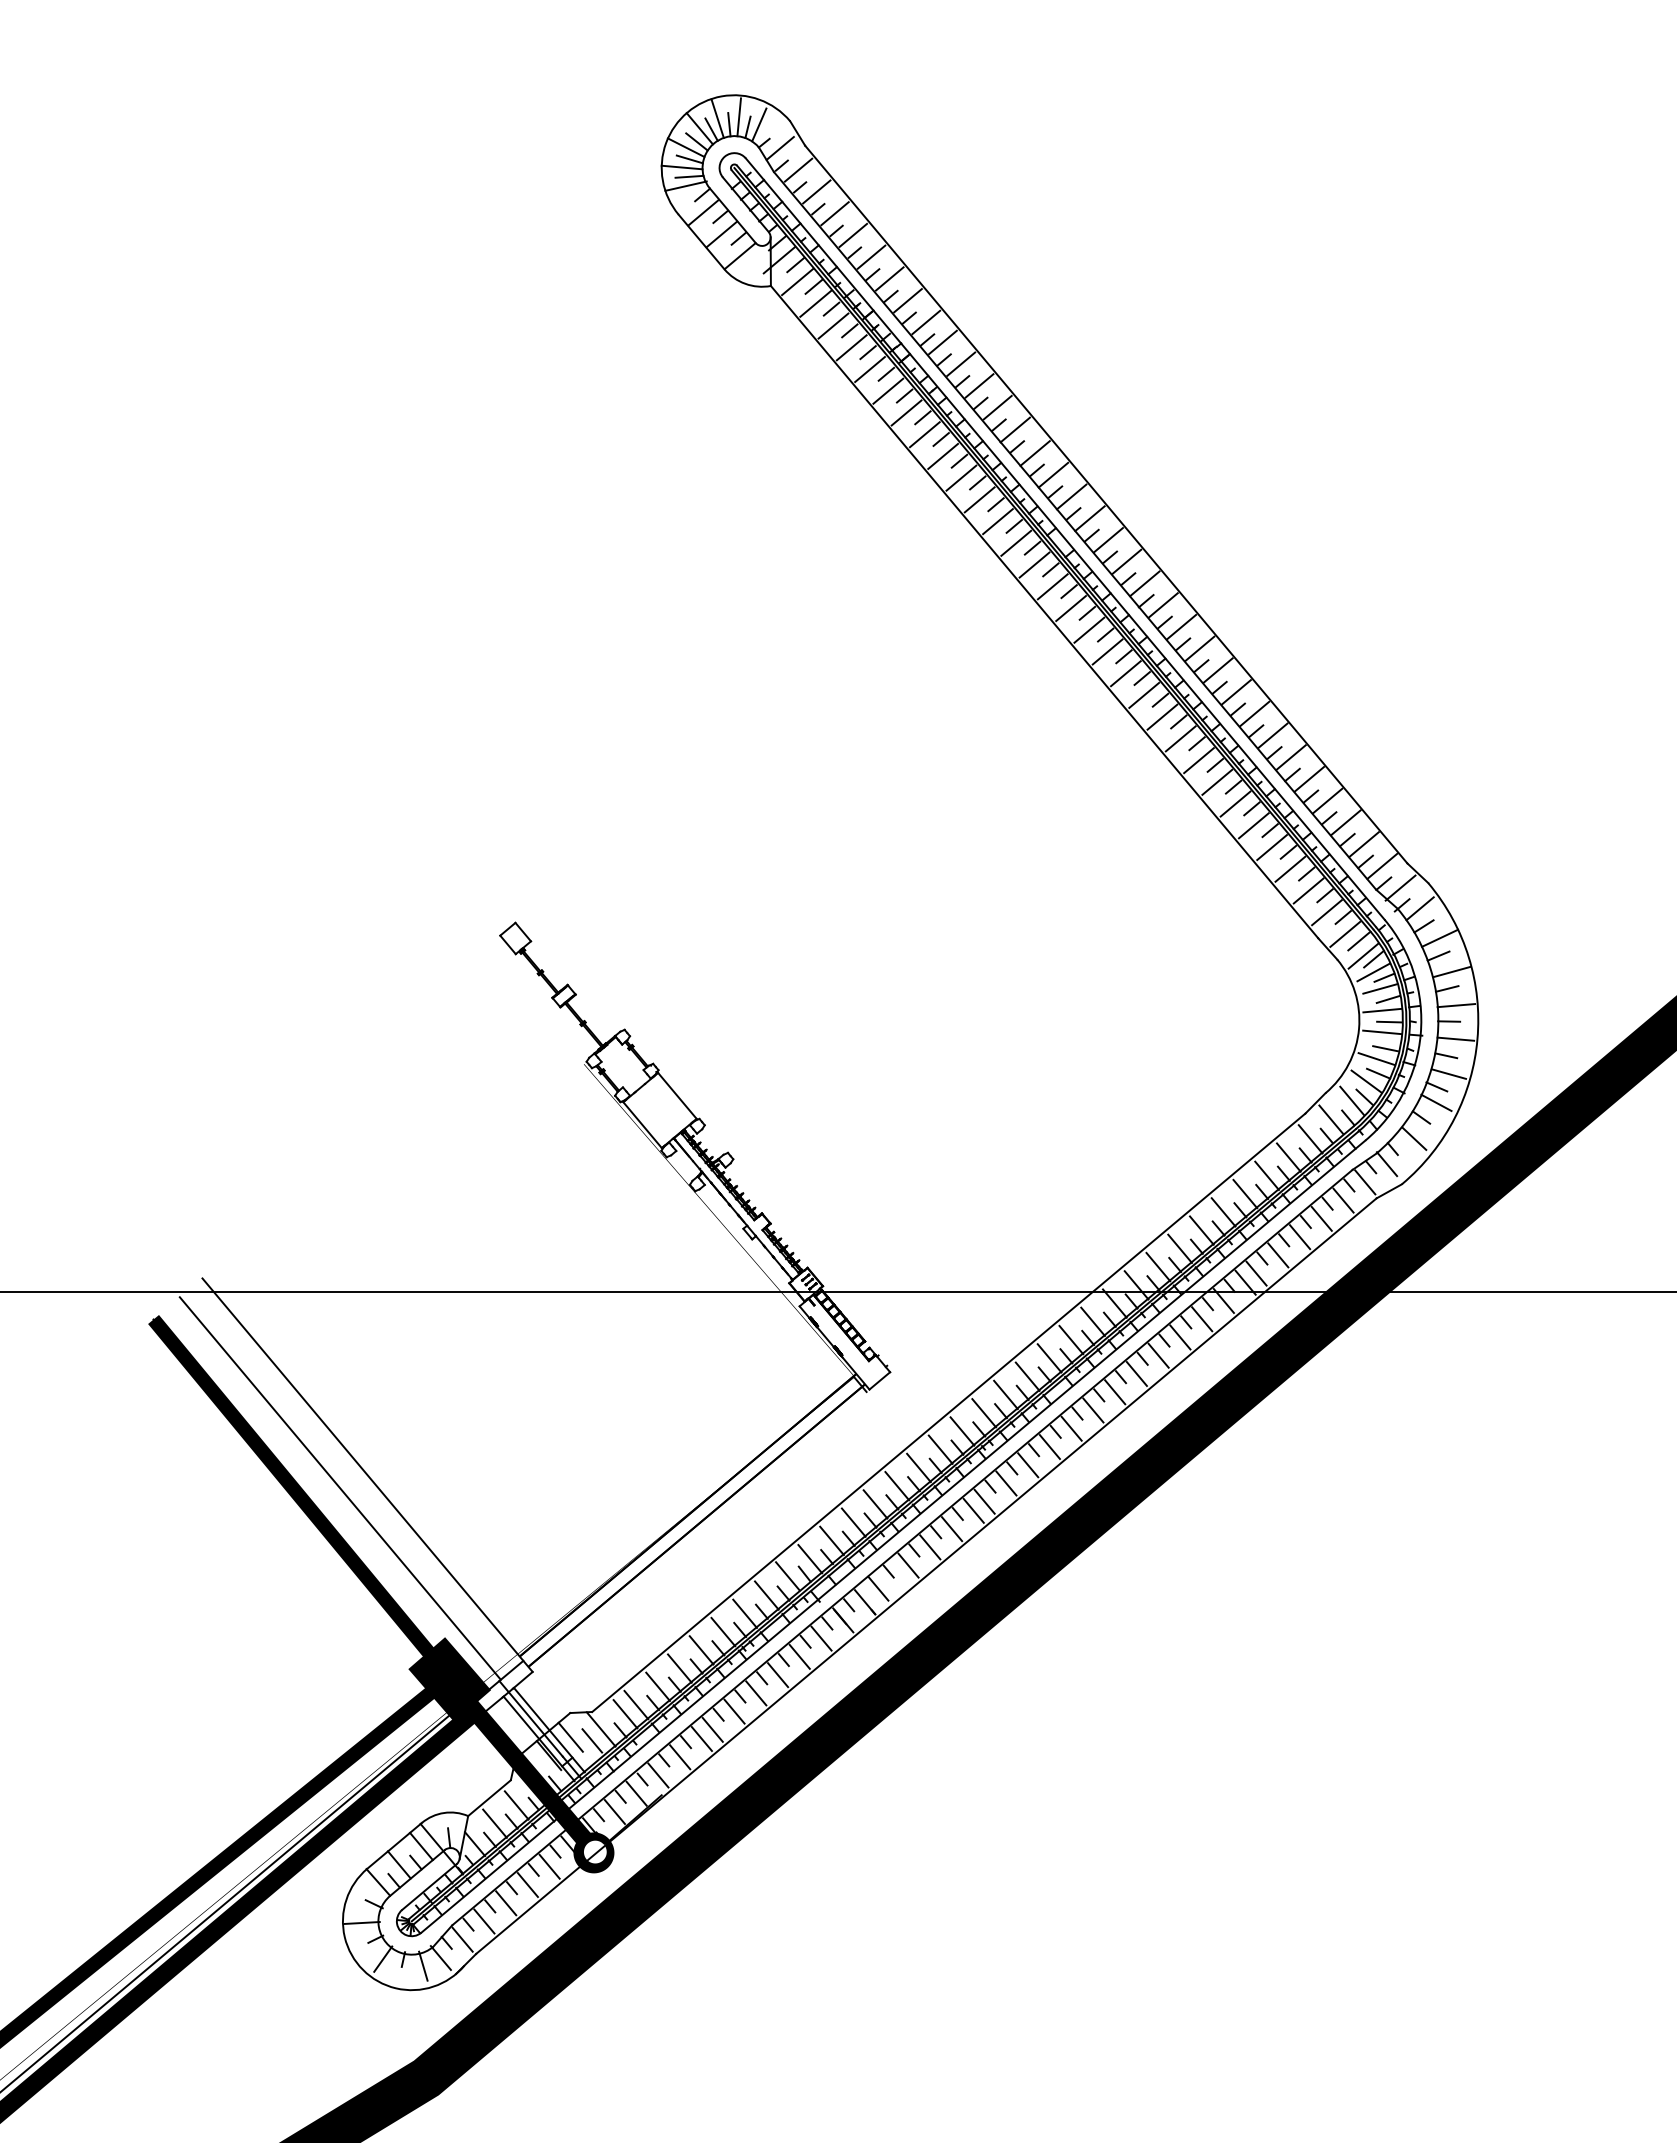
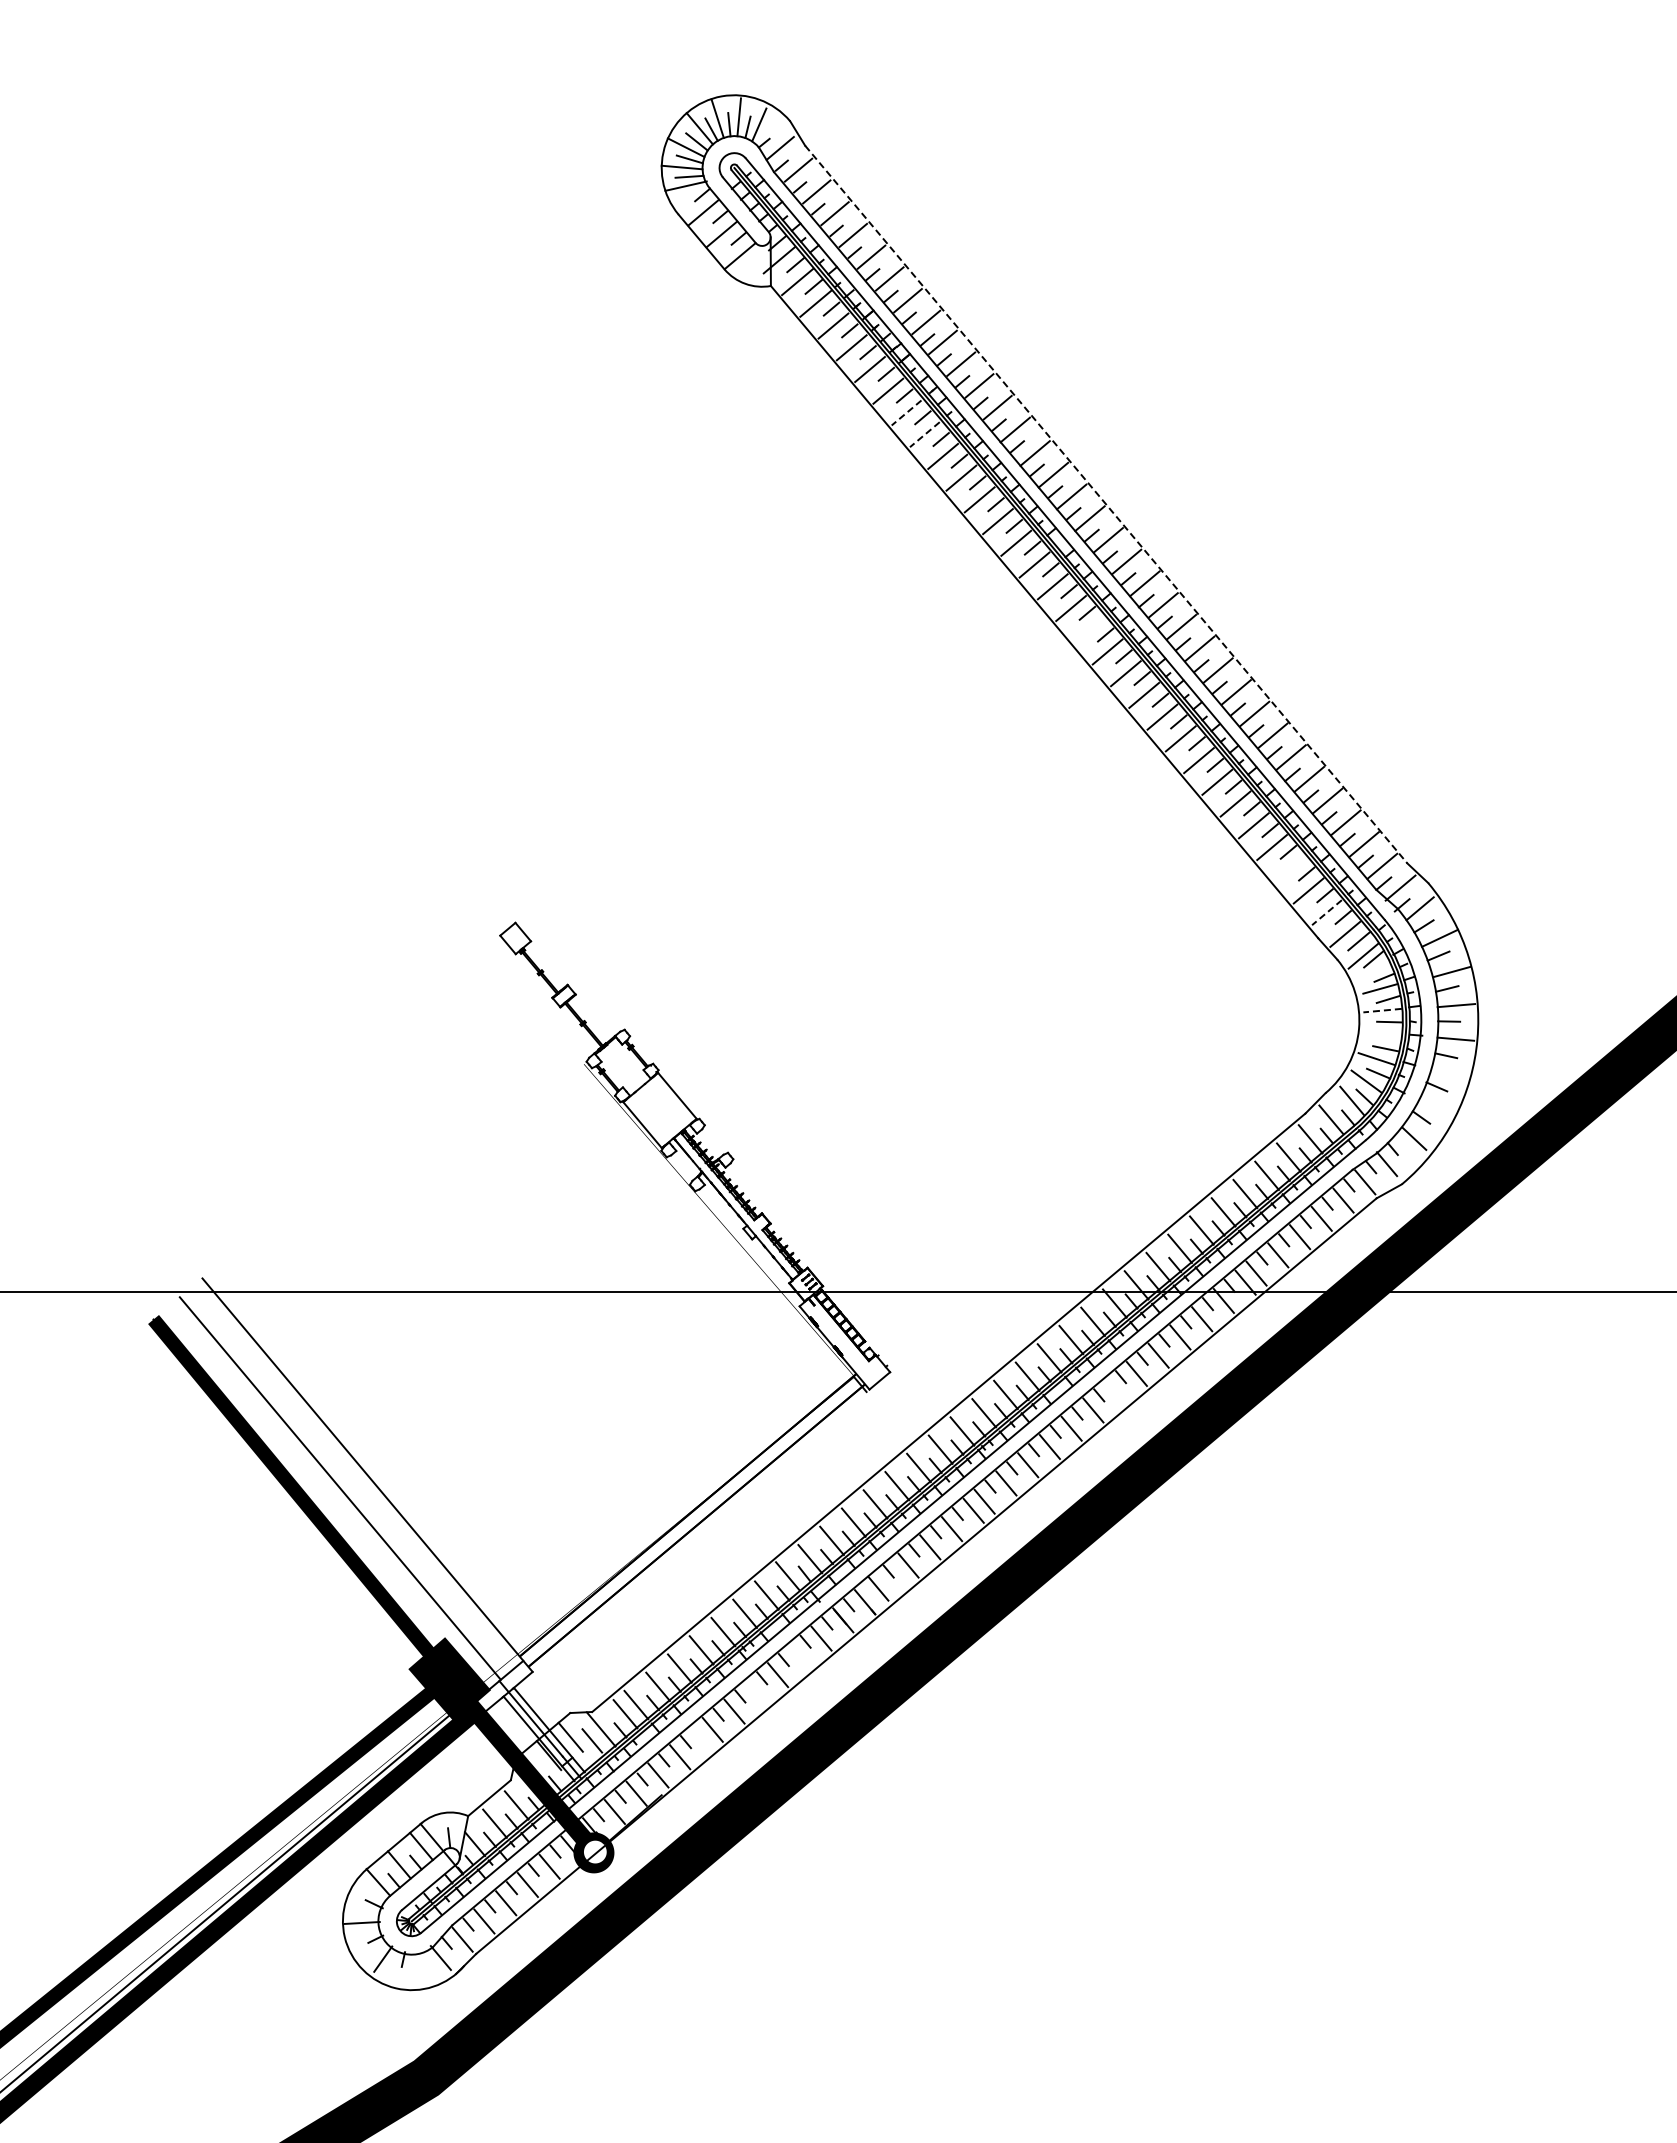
line at (906, 413): solid -> dashed
line at (924, 435): solid -> dashed
line at (1106, 505): solid -> dashed
line at (1089, 629): present -> none
line at (1290, 868): present -> none
line at (1326, 913): solid -> dashed
line at (1373, 972): present -> none
line at (1382, 1010): solid -> dashed
line at (1382, 1032): present -> none
line at (1448, 1073): present -> none
line at (1436, 1102): present -> none
line at (1115, 1392): present -> none
line at (799, 1656): present -> none
line at (756, 1693): present -> none
line at (701, 1738): present -> none
line at (423, 1965): present -> none
